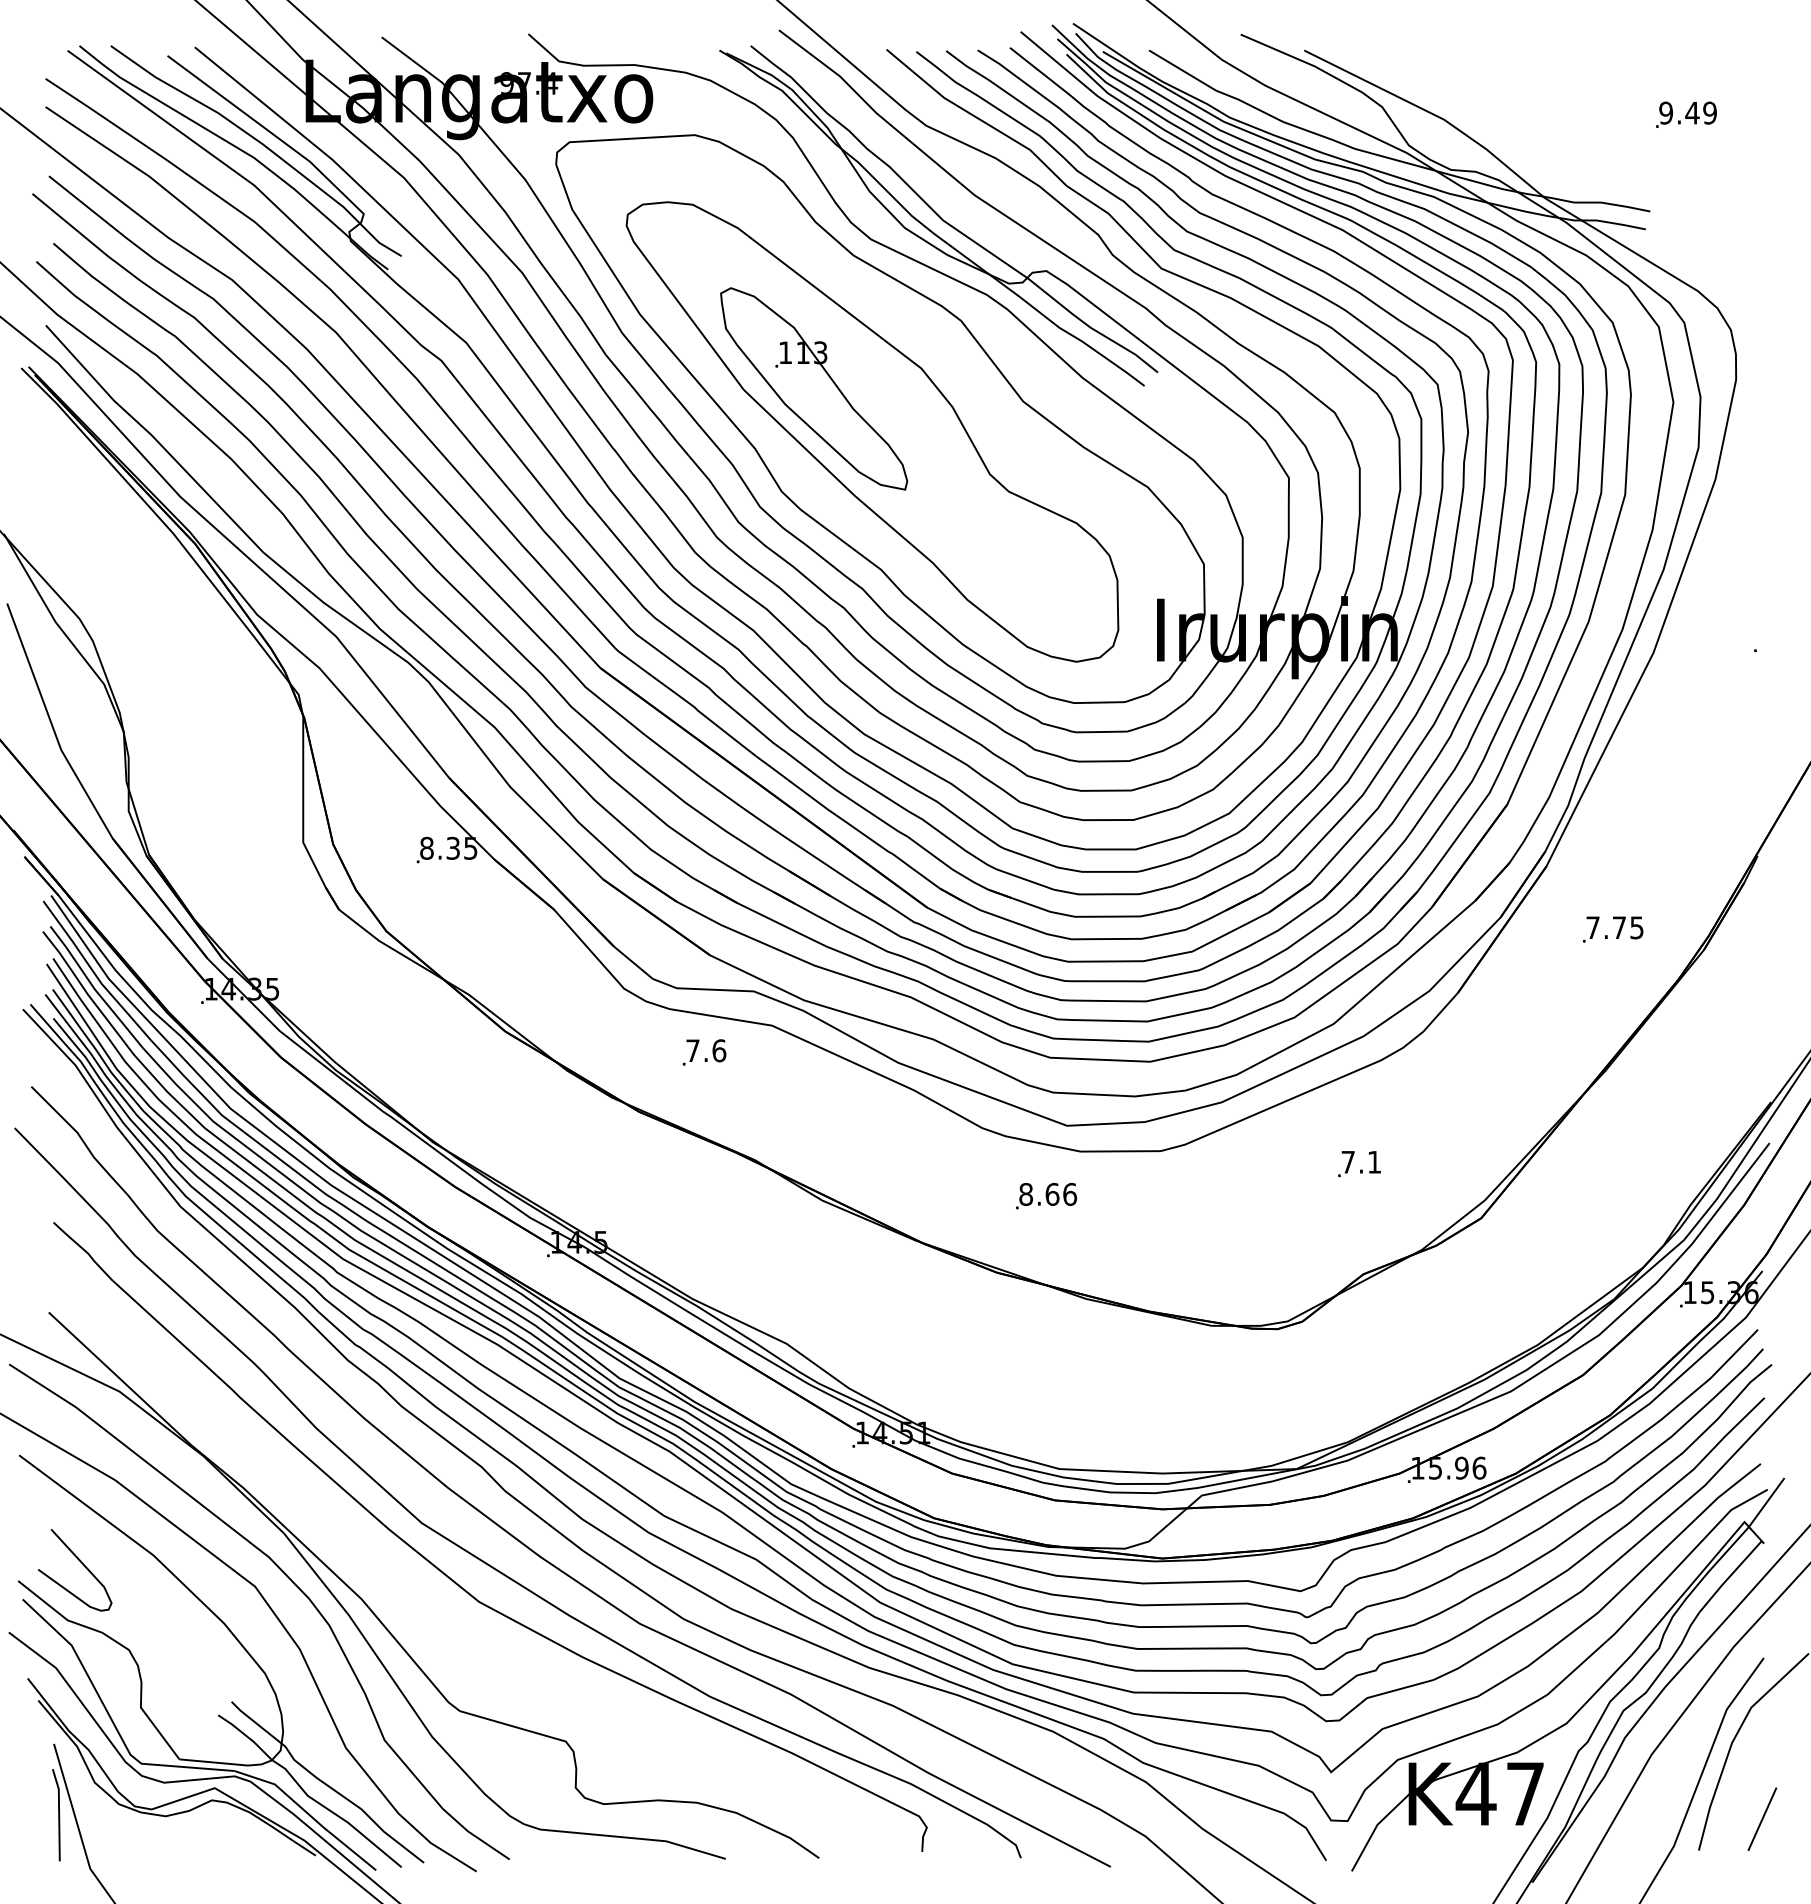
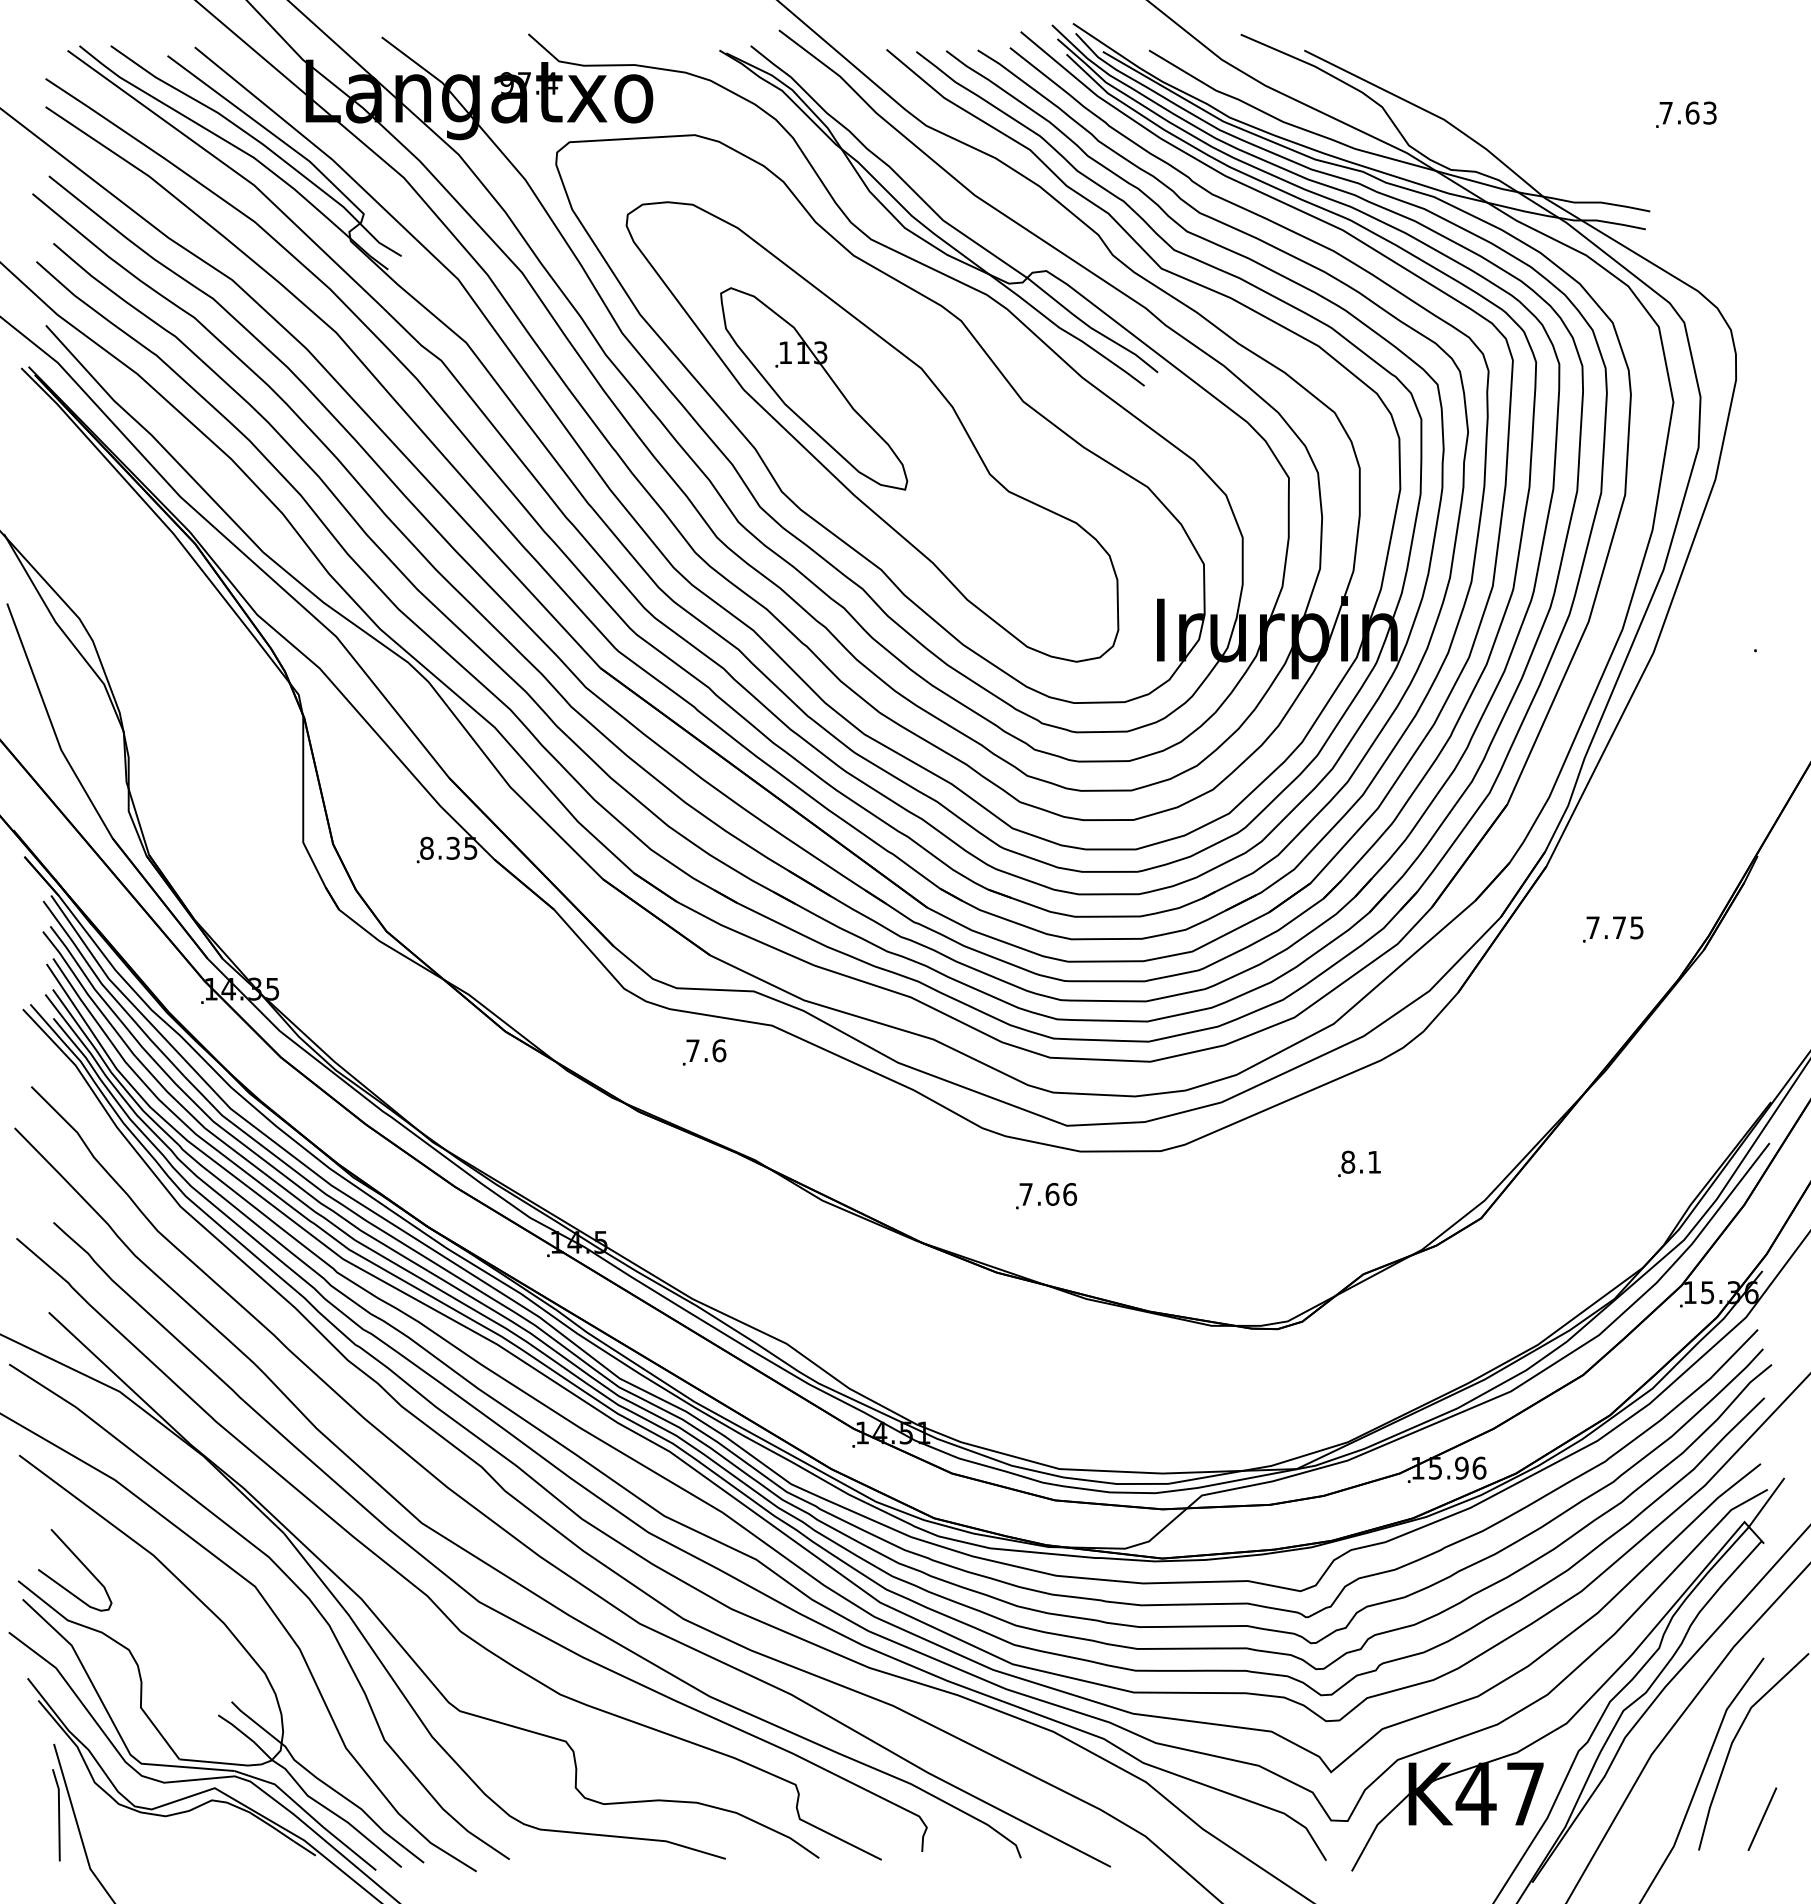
text at (1687, 112): 9.49 -> 7.63
text at (1348, 1161): 7.1 -> 8.1
text at (1025, 1193): 8.66 -> 7.66
curve at (417, 1586): none -> present
